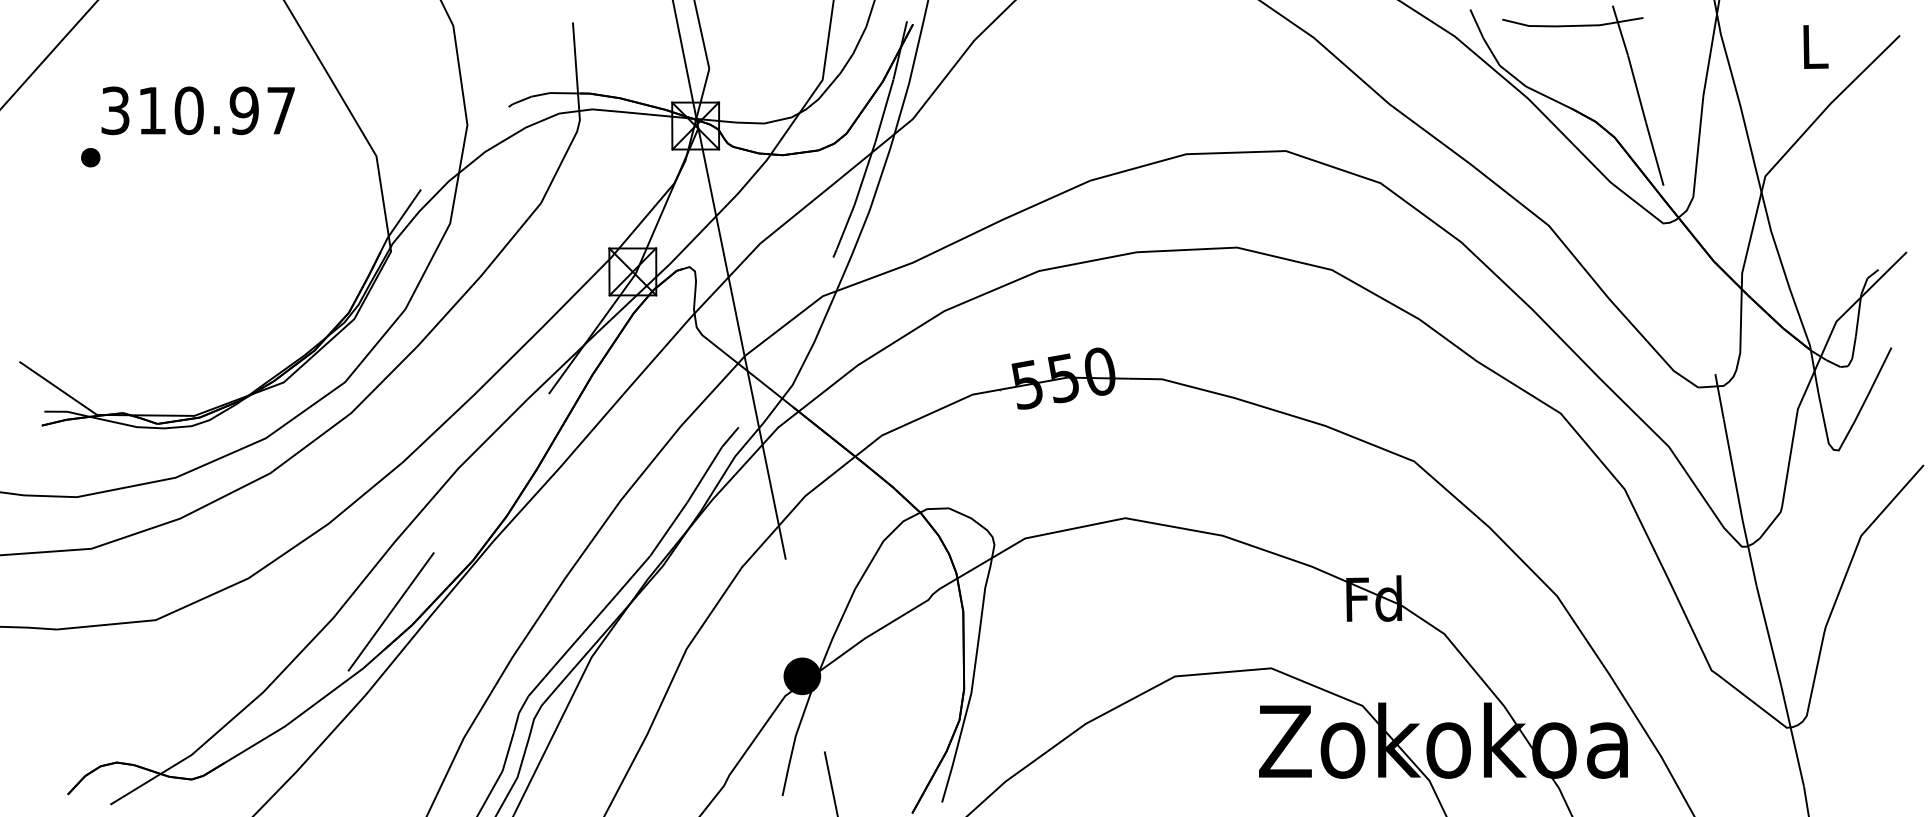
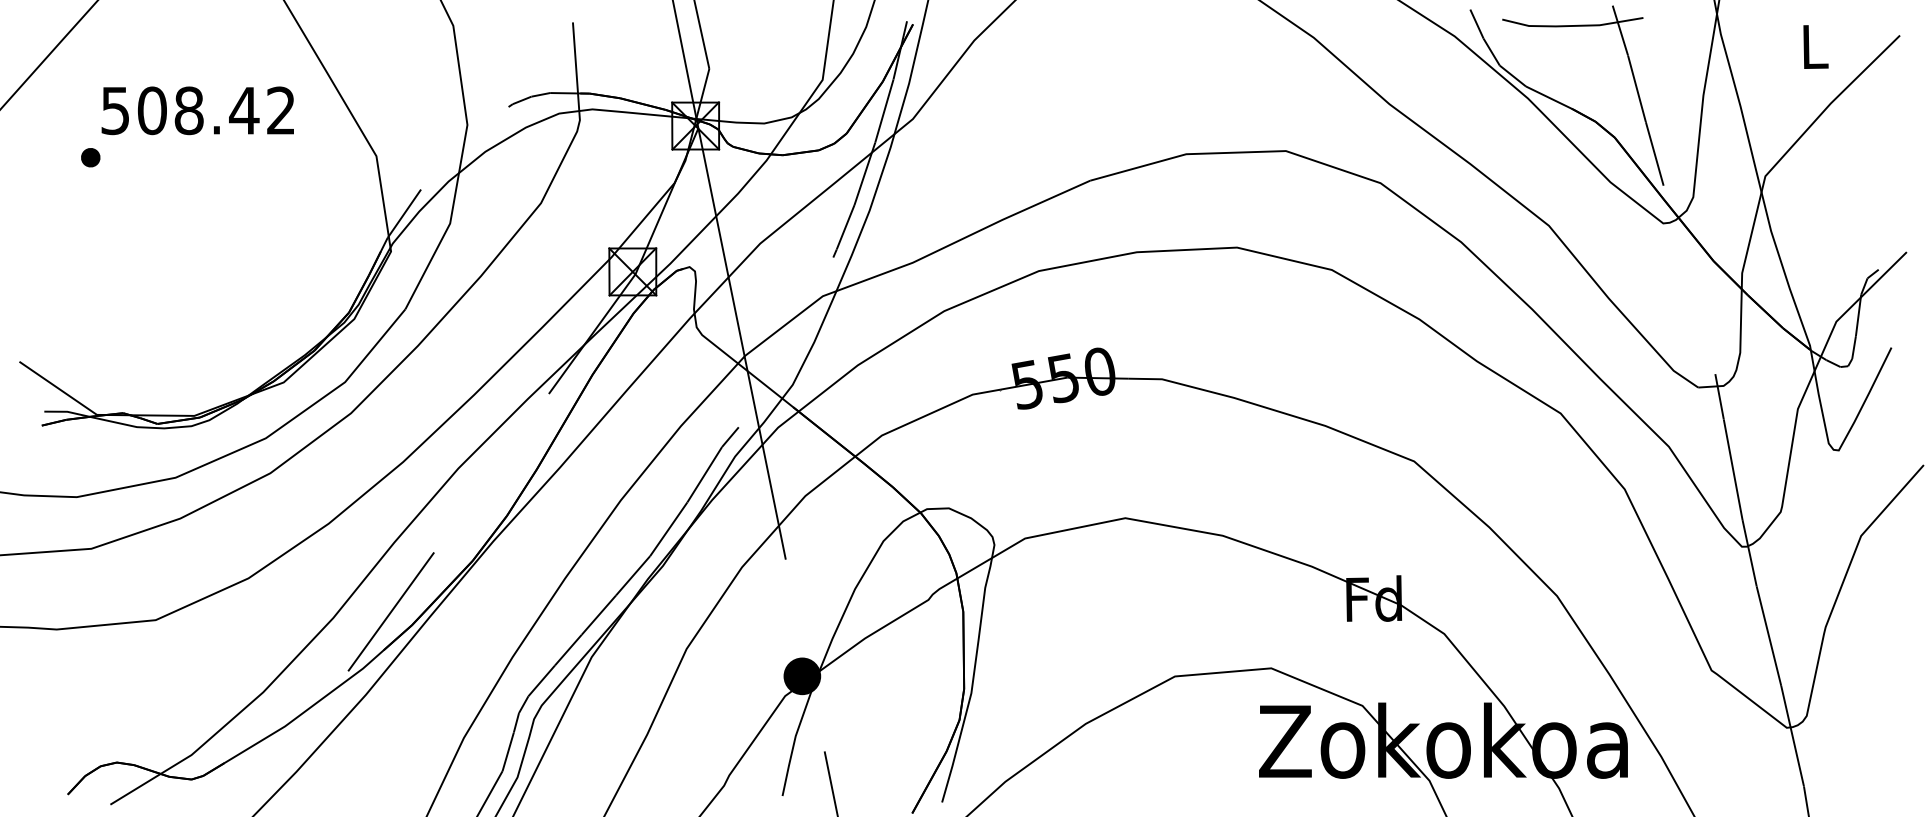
text at (198, 110): 310.97 -> 508.42
